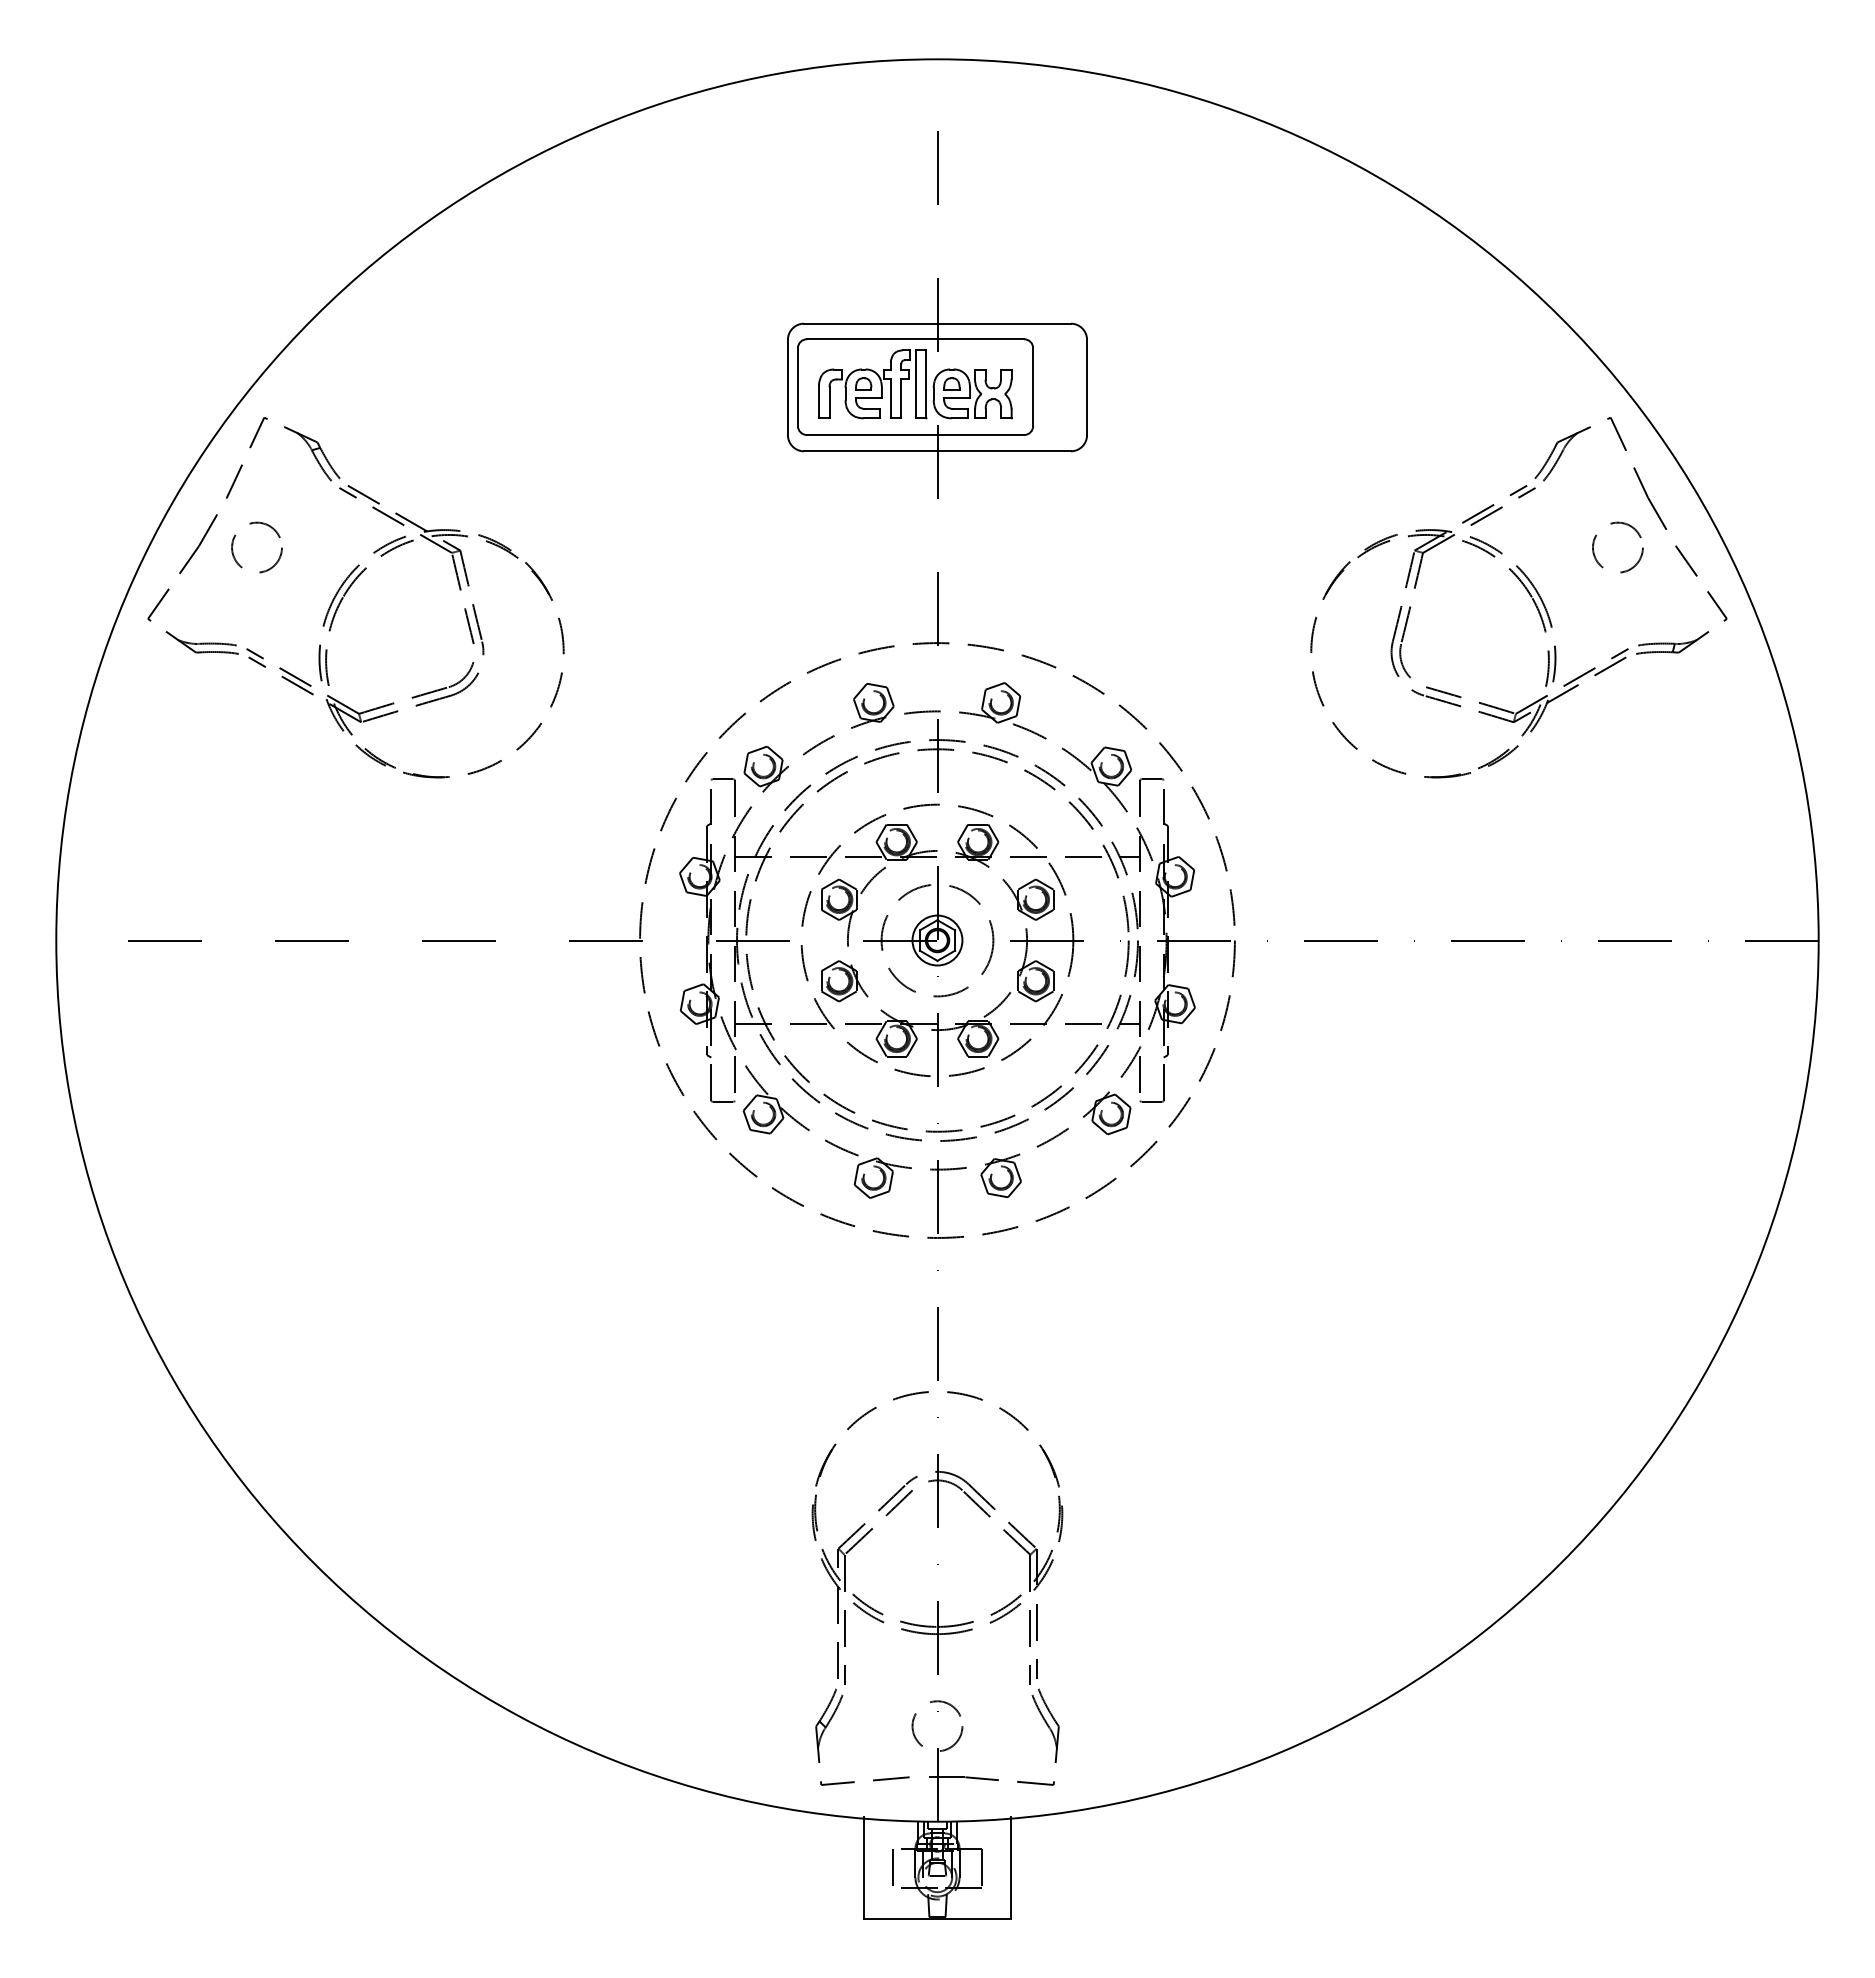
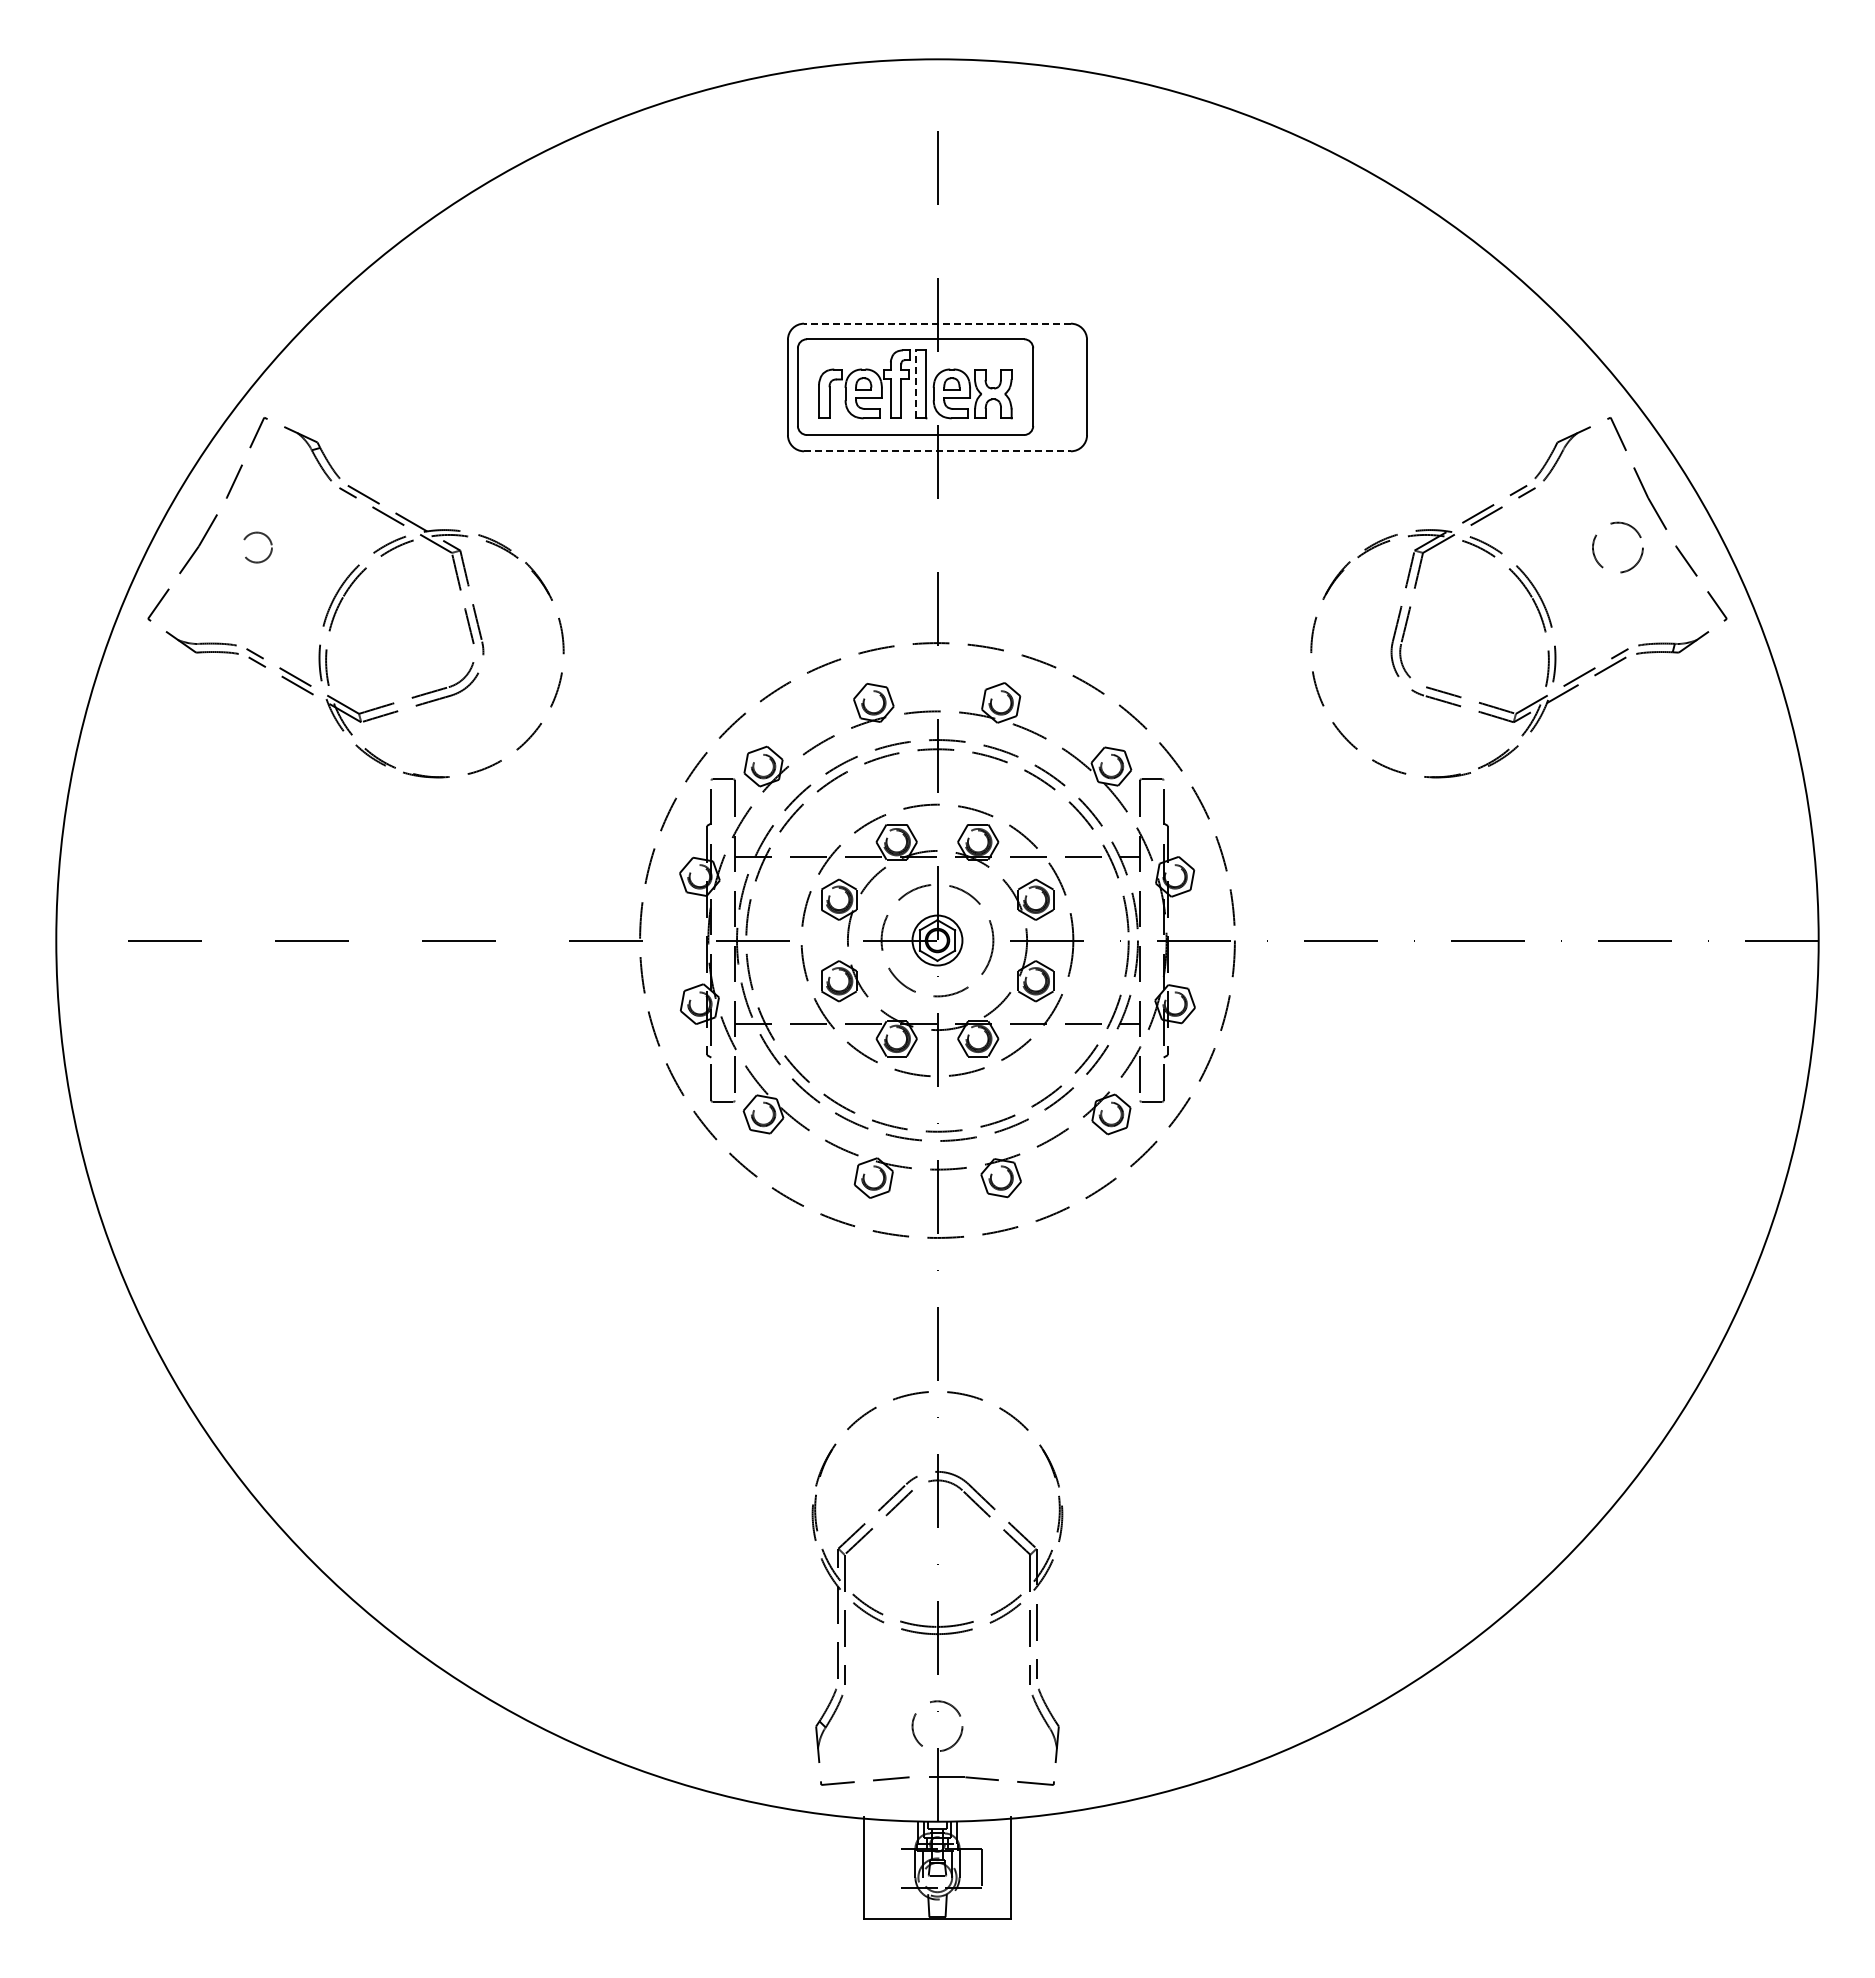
line at (937, 323): solid -> dashed
line at (915, 384): solid -> dashed
line at (937, 451): solid -> dashed
circle at (256, 547) size: 52x53 px -> 30x33 px
line at (893, 1868): present -> none
